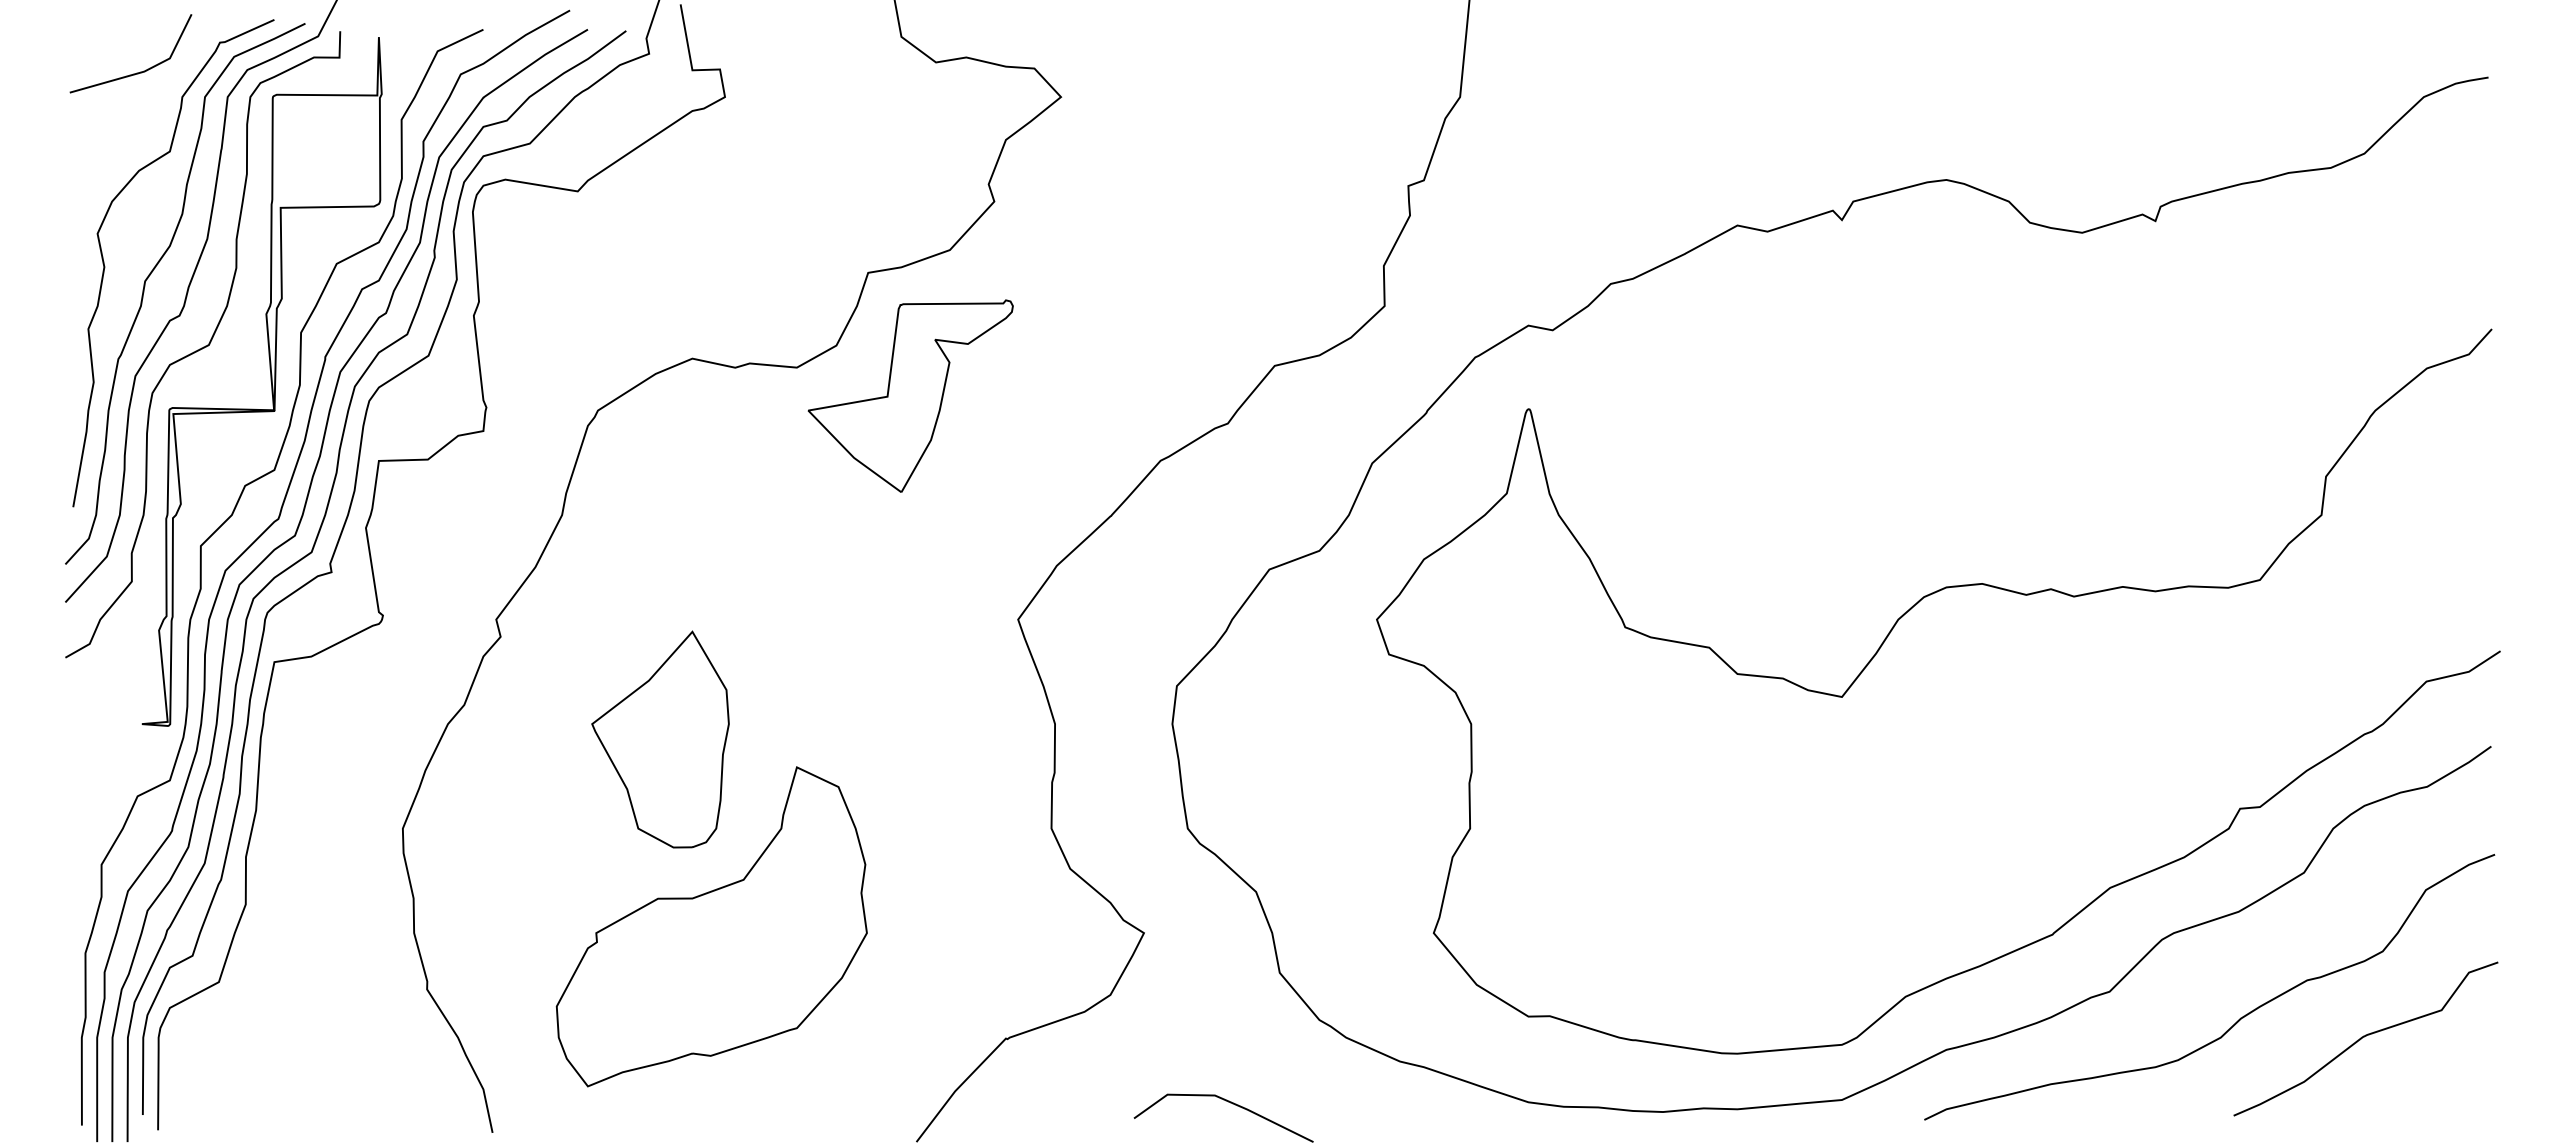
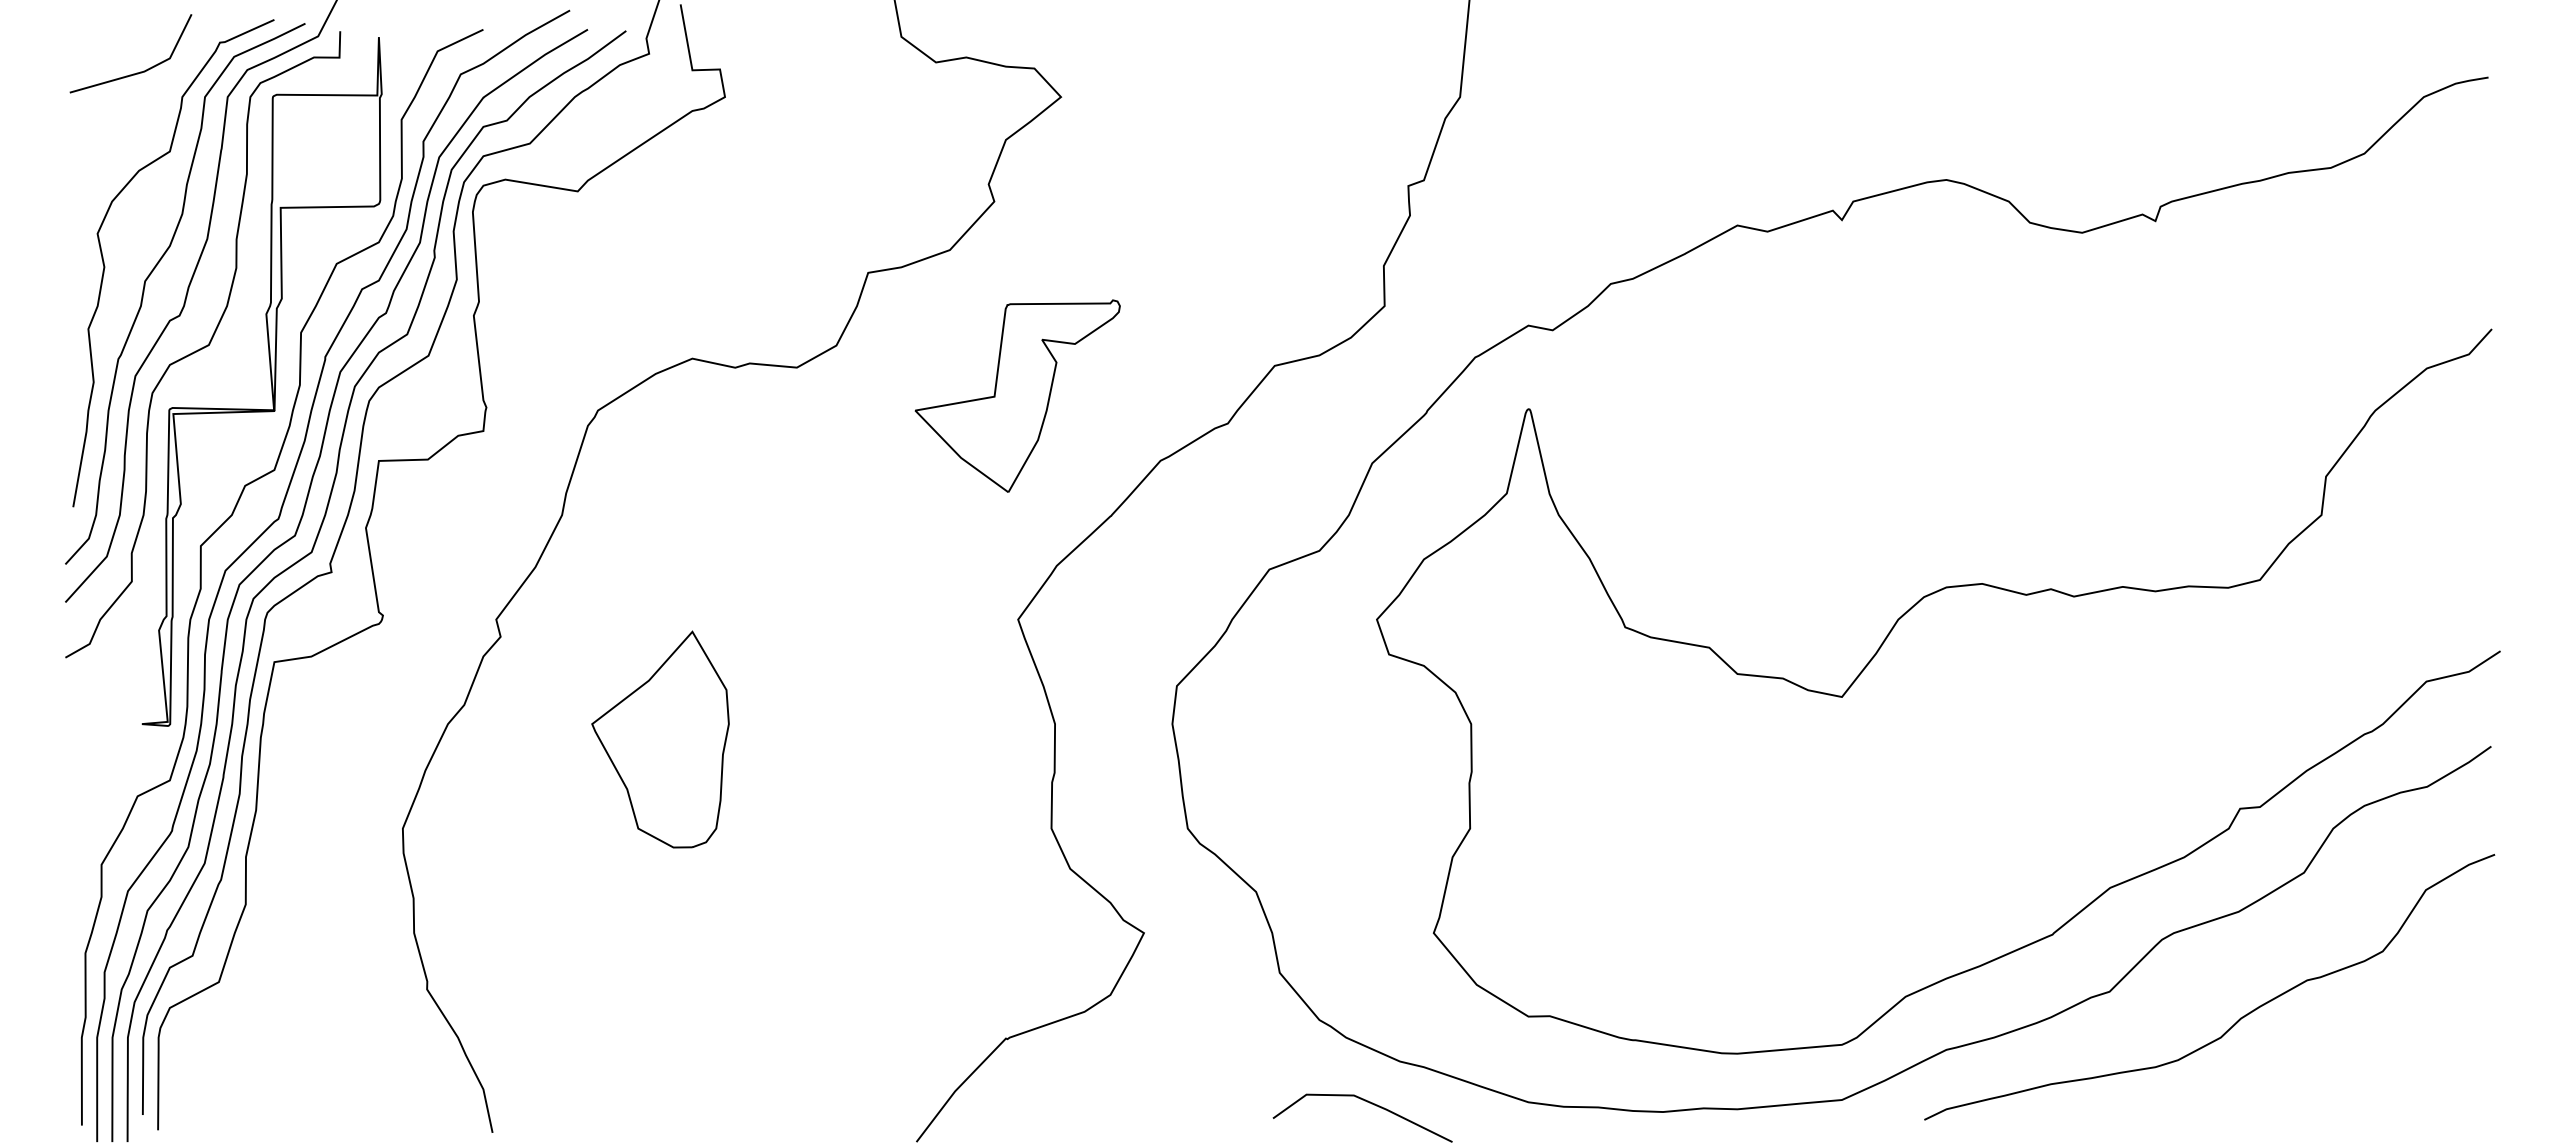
part at (910, 395) position: (910, 395) -> (1017, 395)
part at (711, 926): present -> none
curve at (2364, 1037): present -> none
line at (1230, 1103) position: (1230, 1103) -> (1369, 1103)
